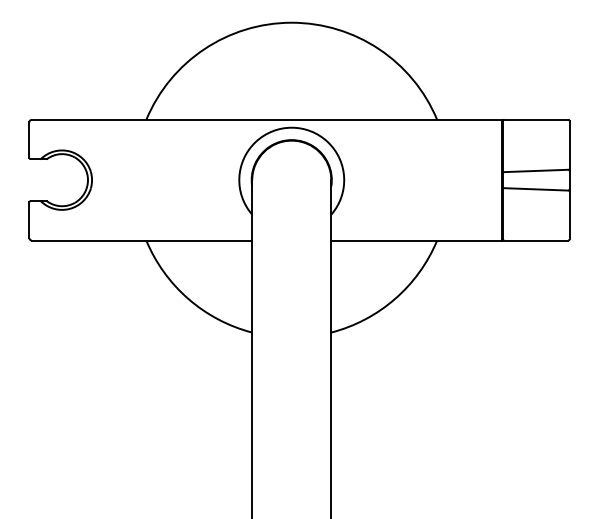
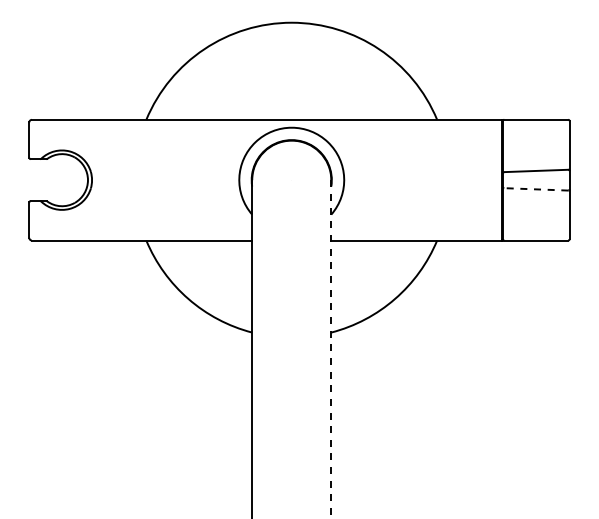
line at (535, 189): solid -> dashed
line at (331, 350): solid -> dashed
